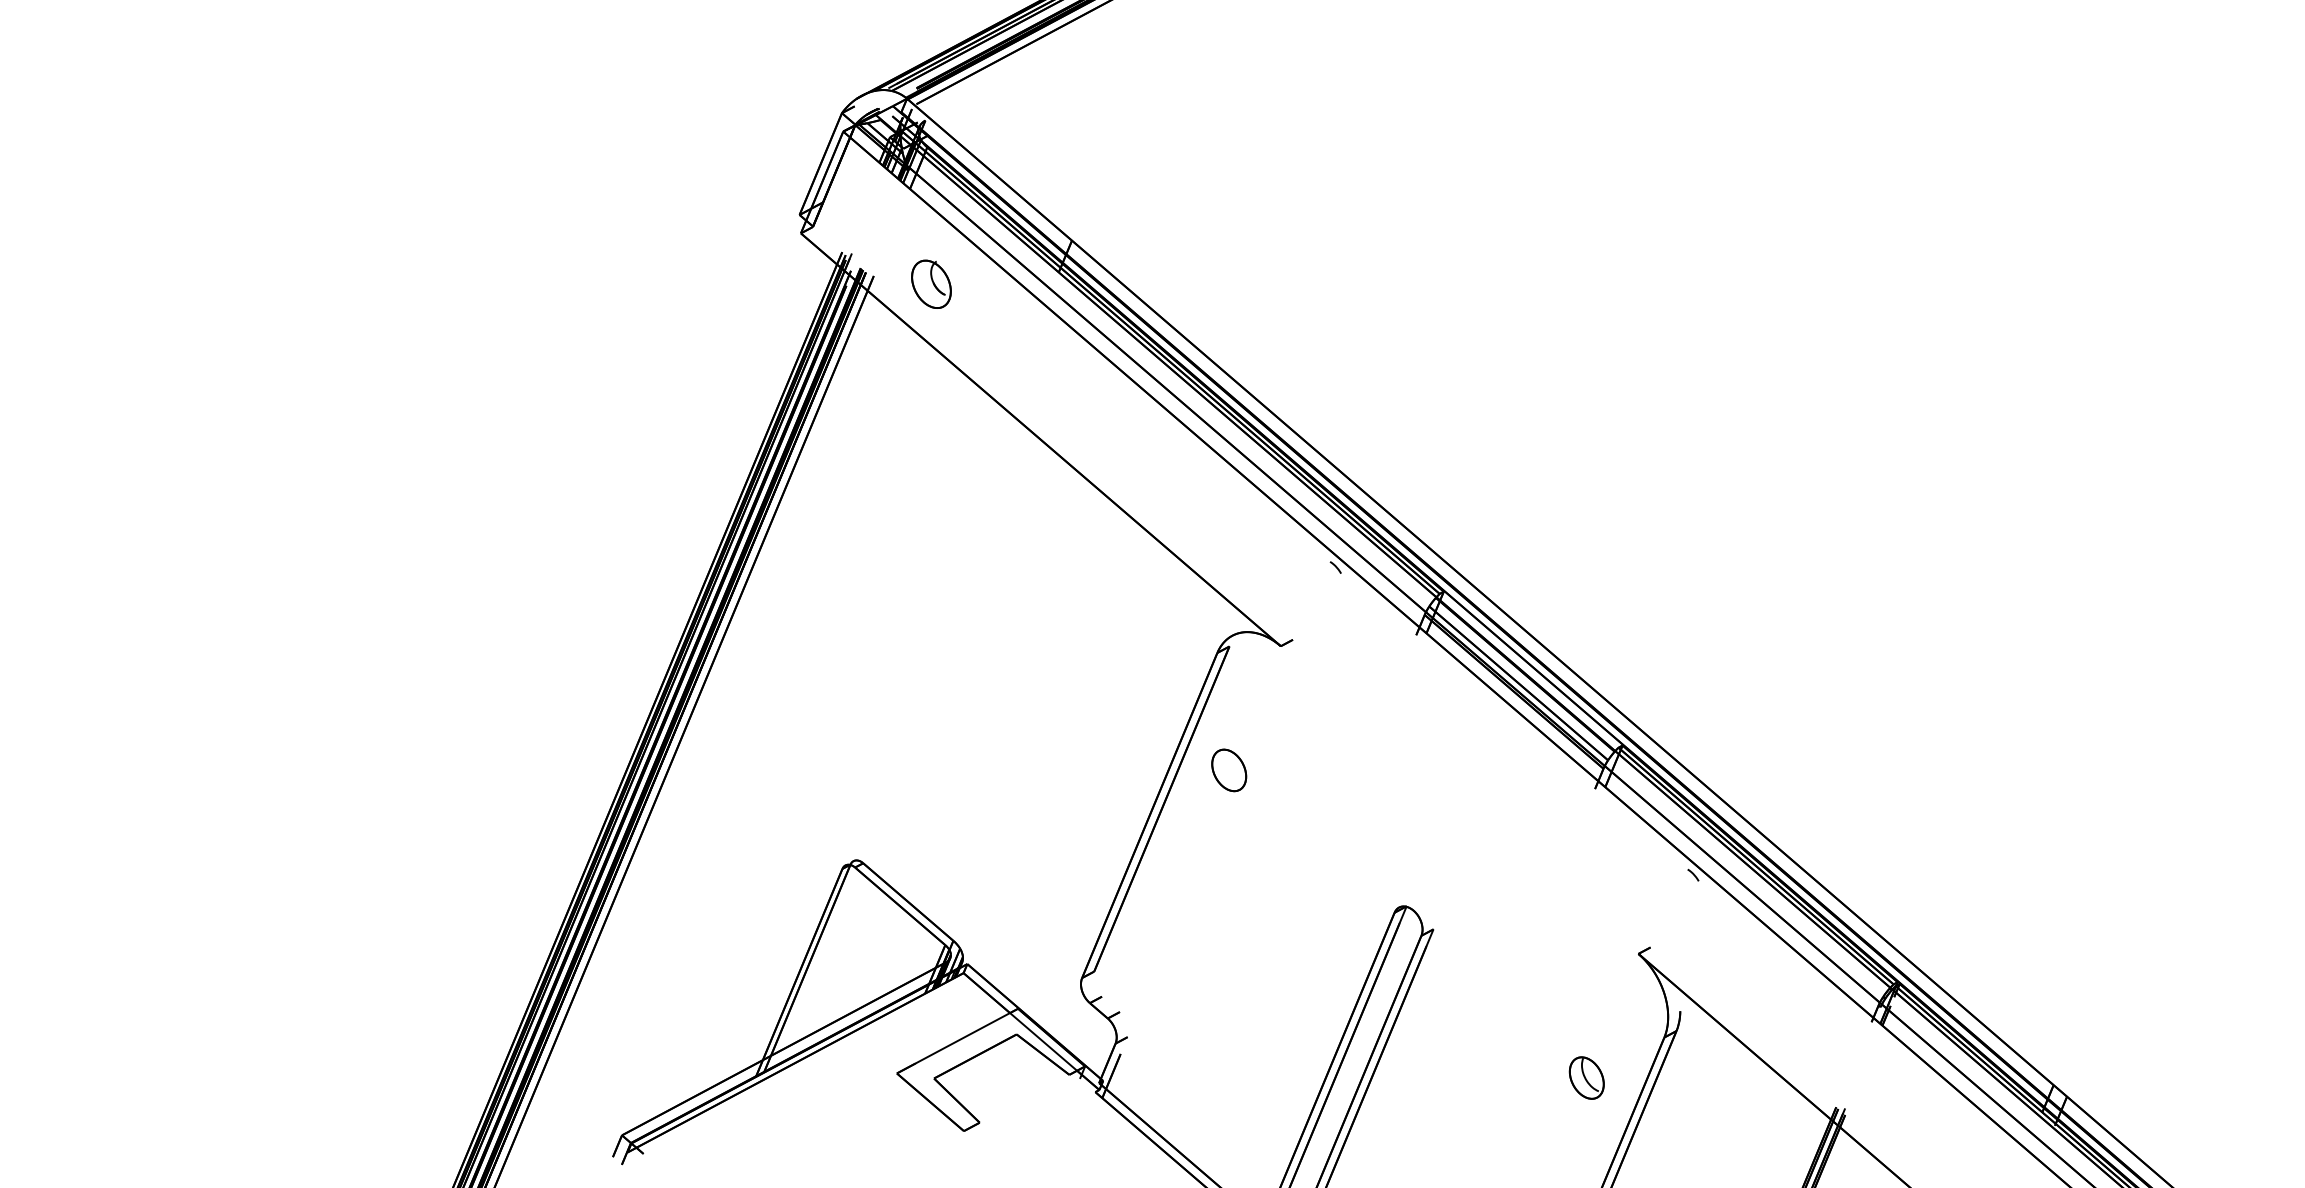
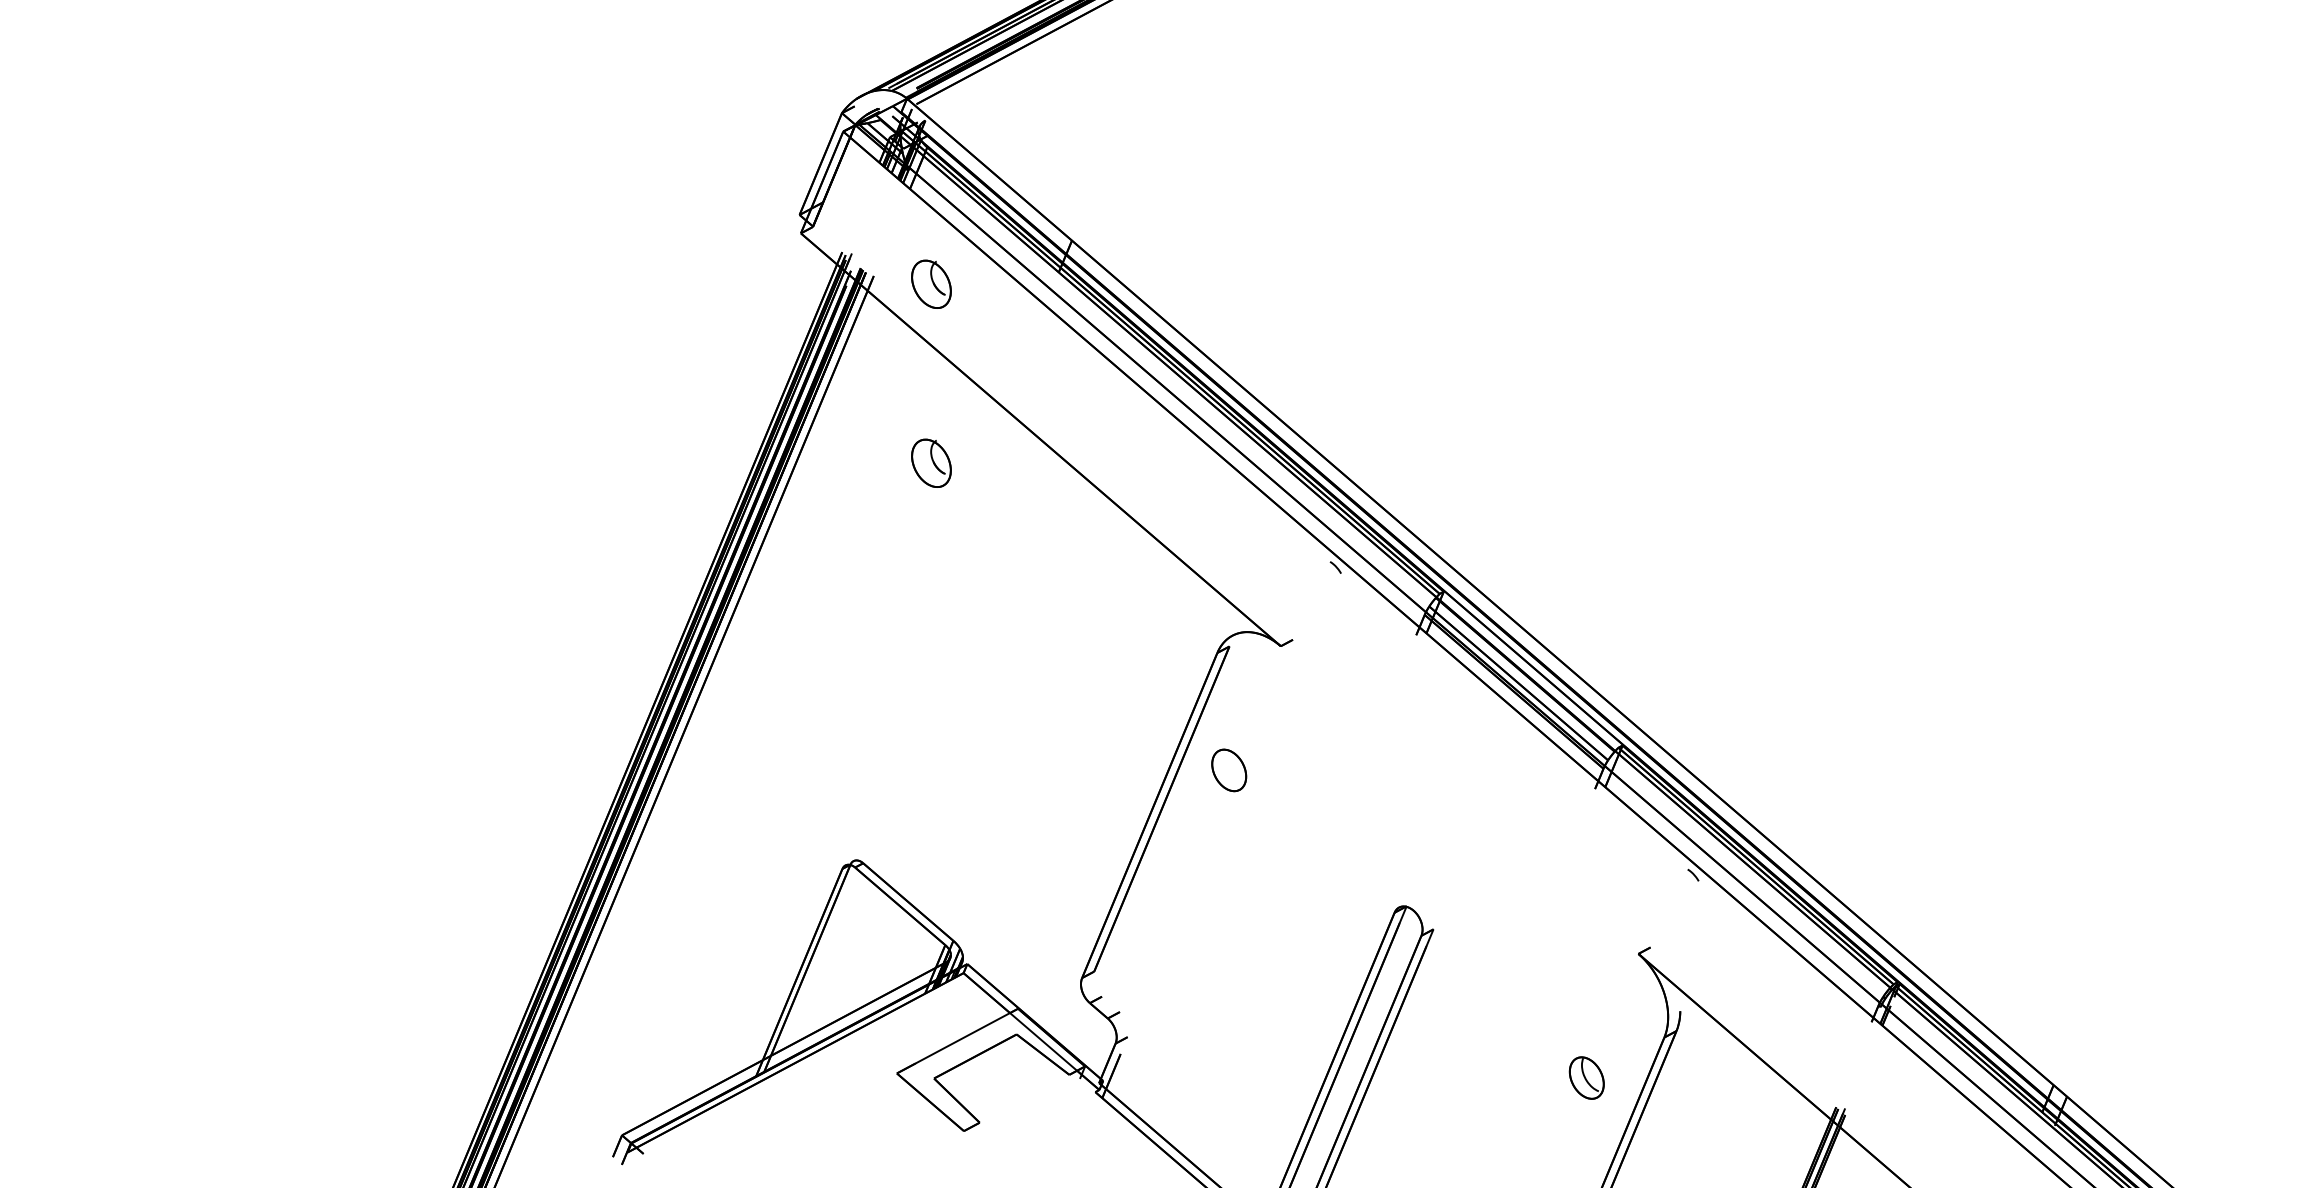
part at (931, 462): none -> present
